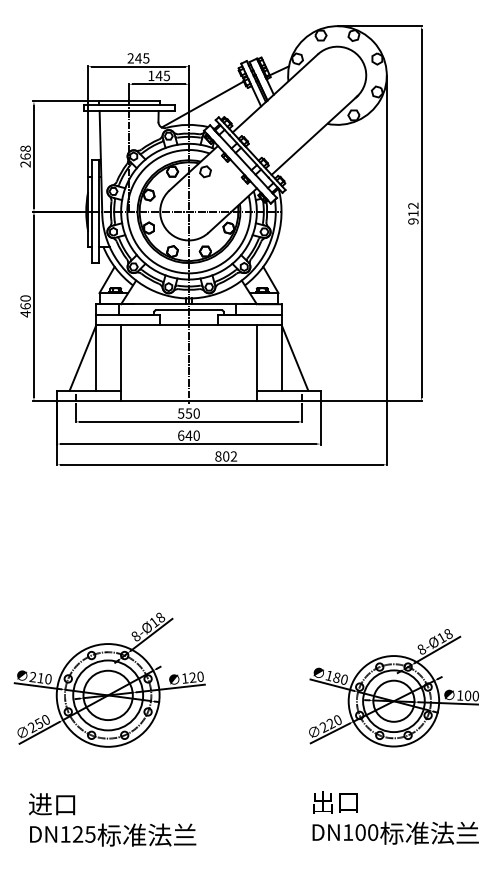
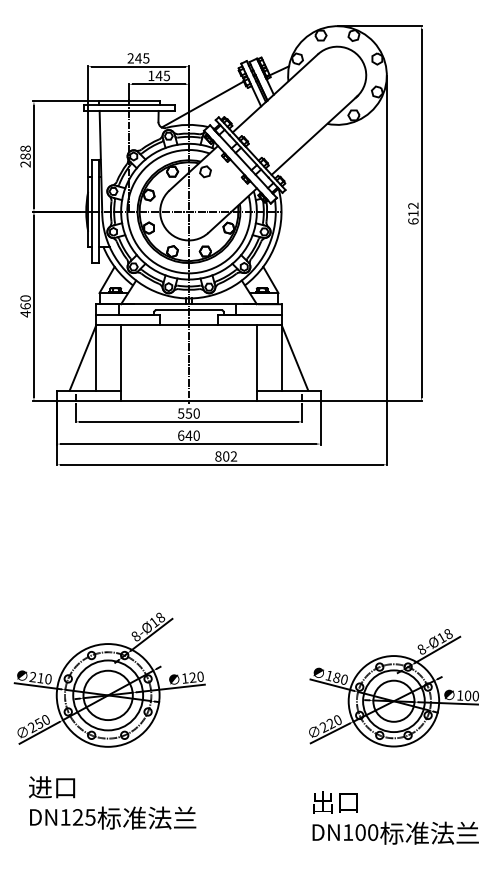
text at (25, 156): 268 -> 288
text at (413, 221): 912 -> 612
text at (112, 819) position: (112, 819) -> (112, 802)
